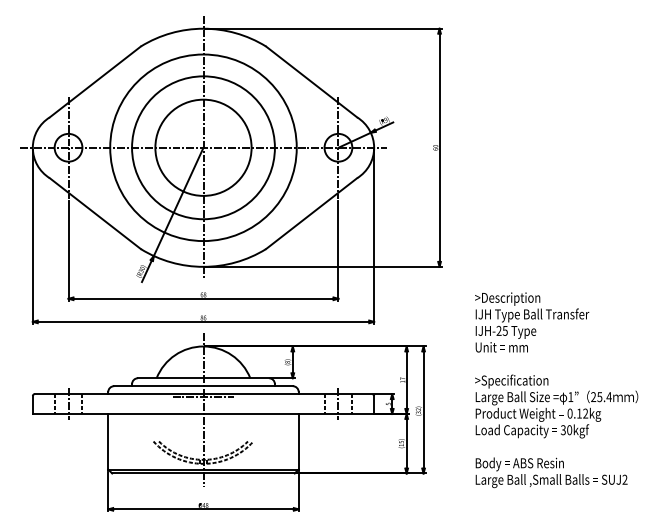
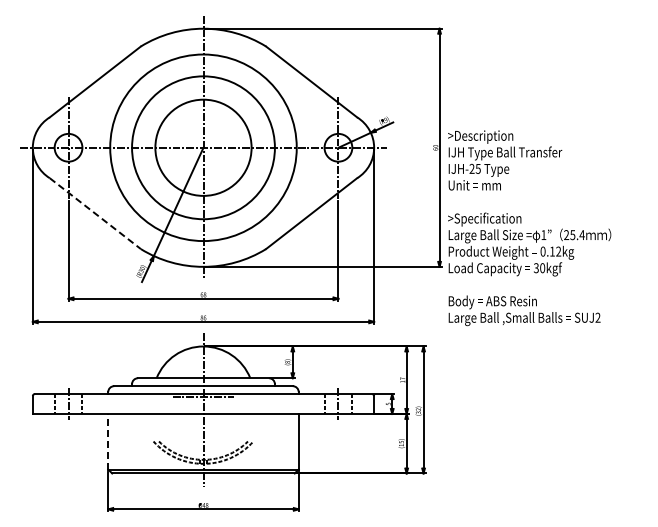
line at (95, 213): solid -> dashed
text at (556, 390) position: (556, 390) -> (529, 228)
line at (108, 441): solid -> dashed
